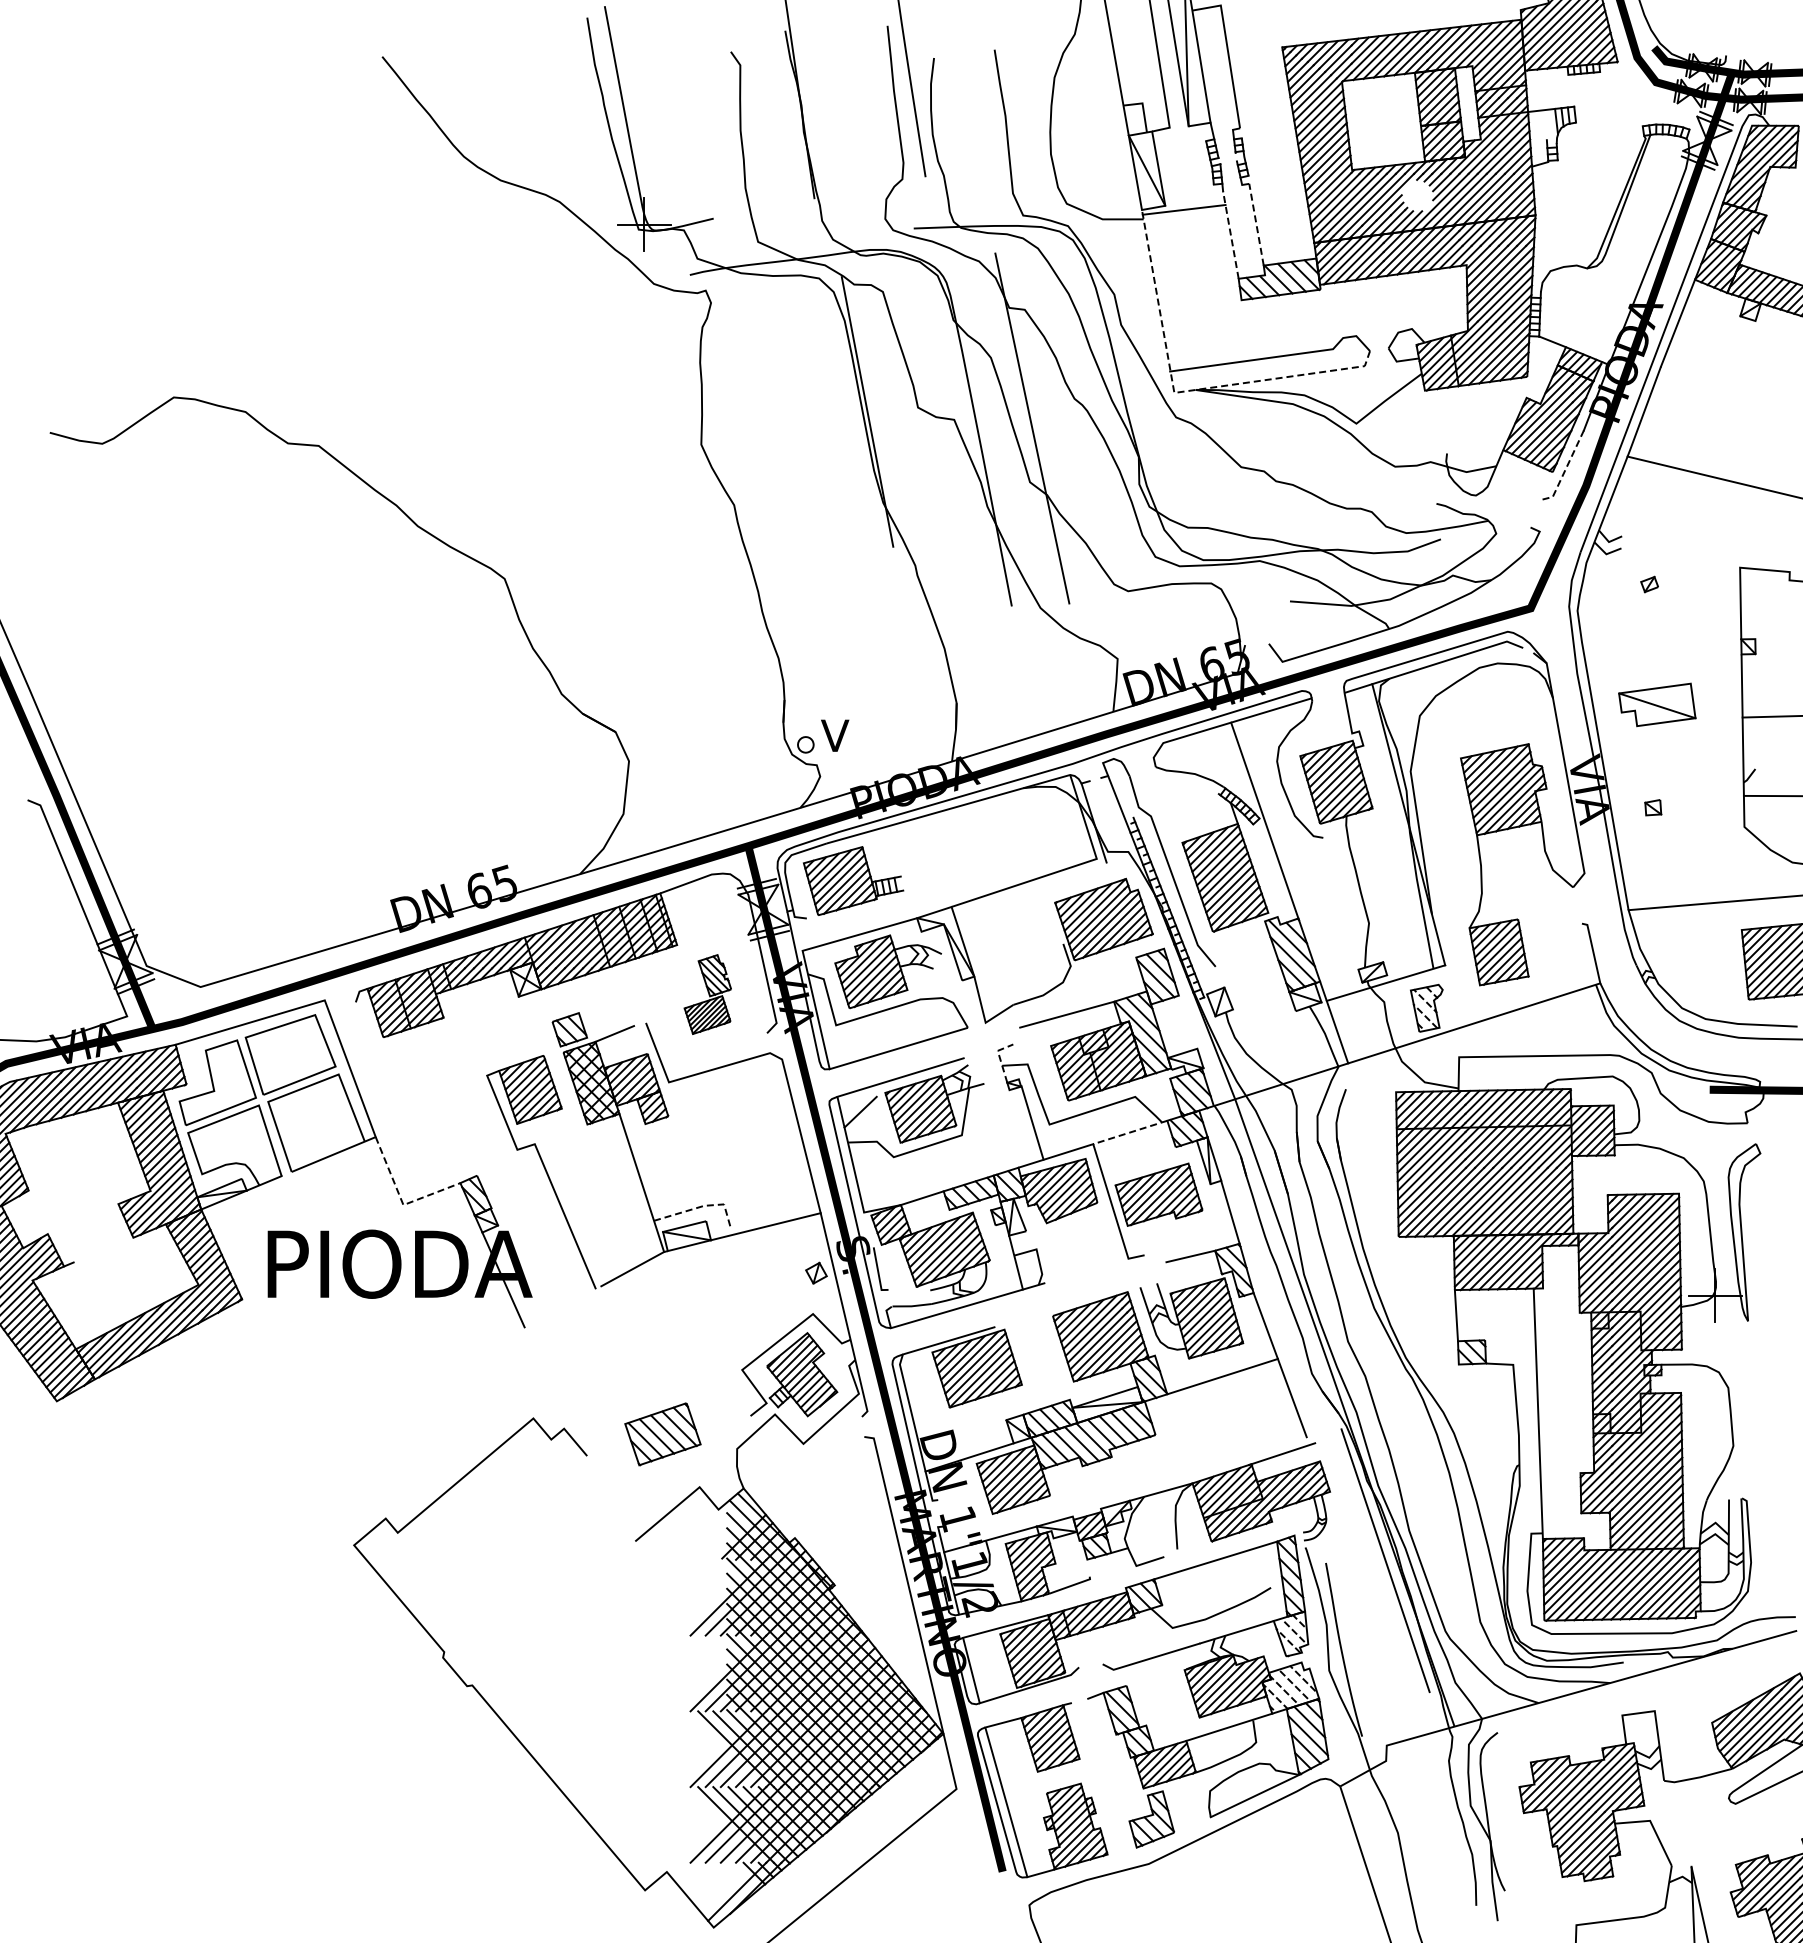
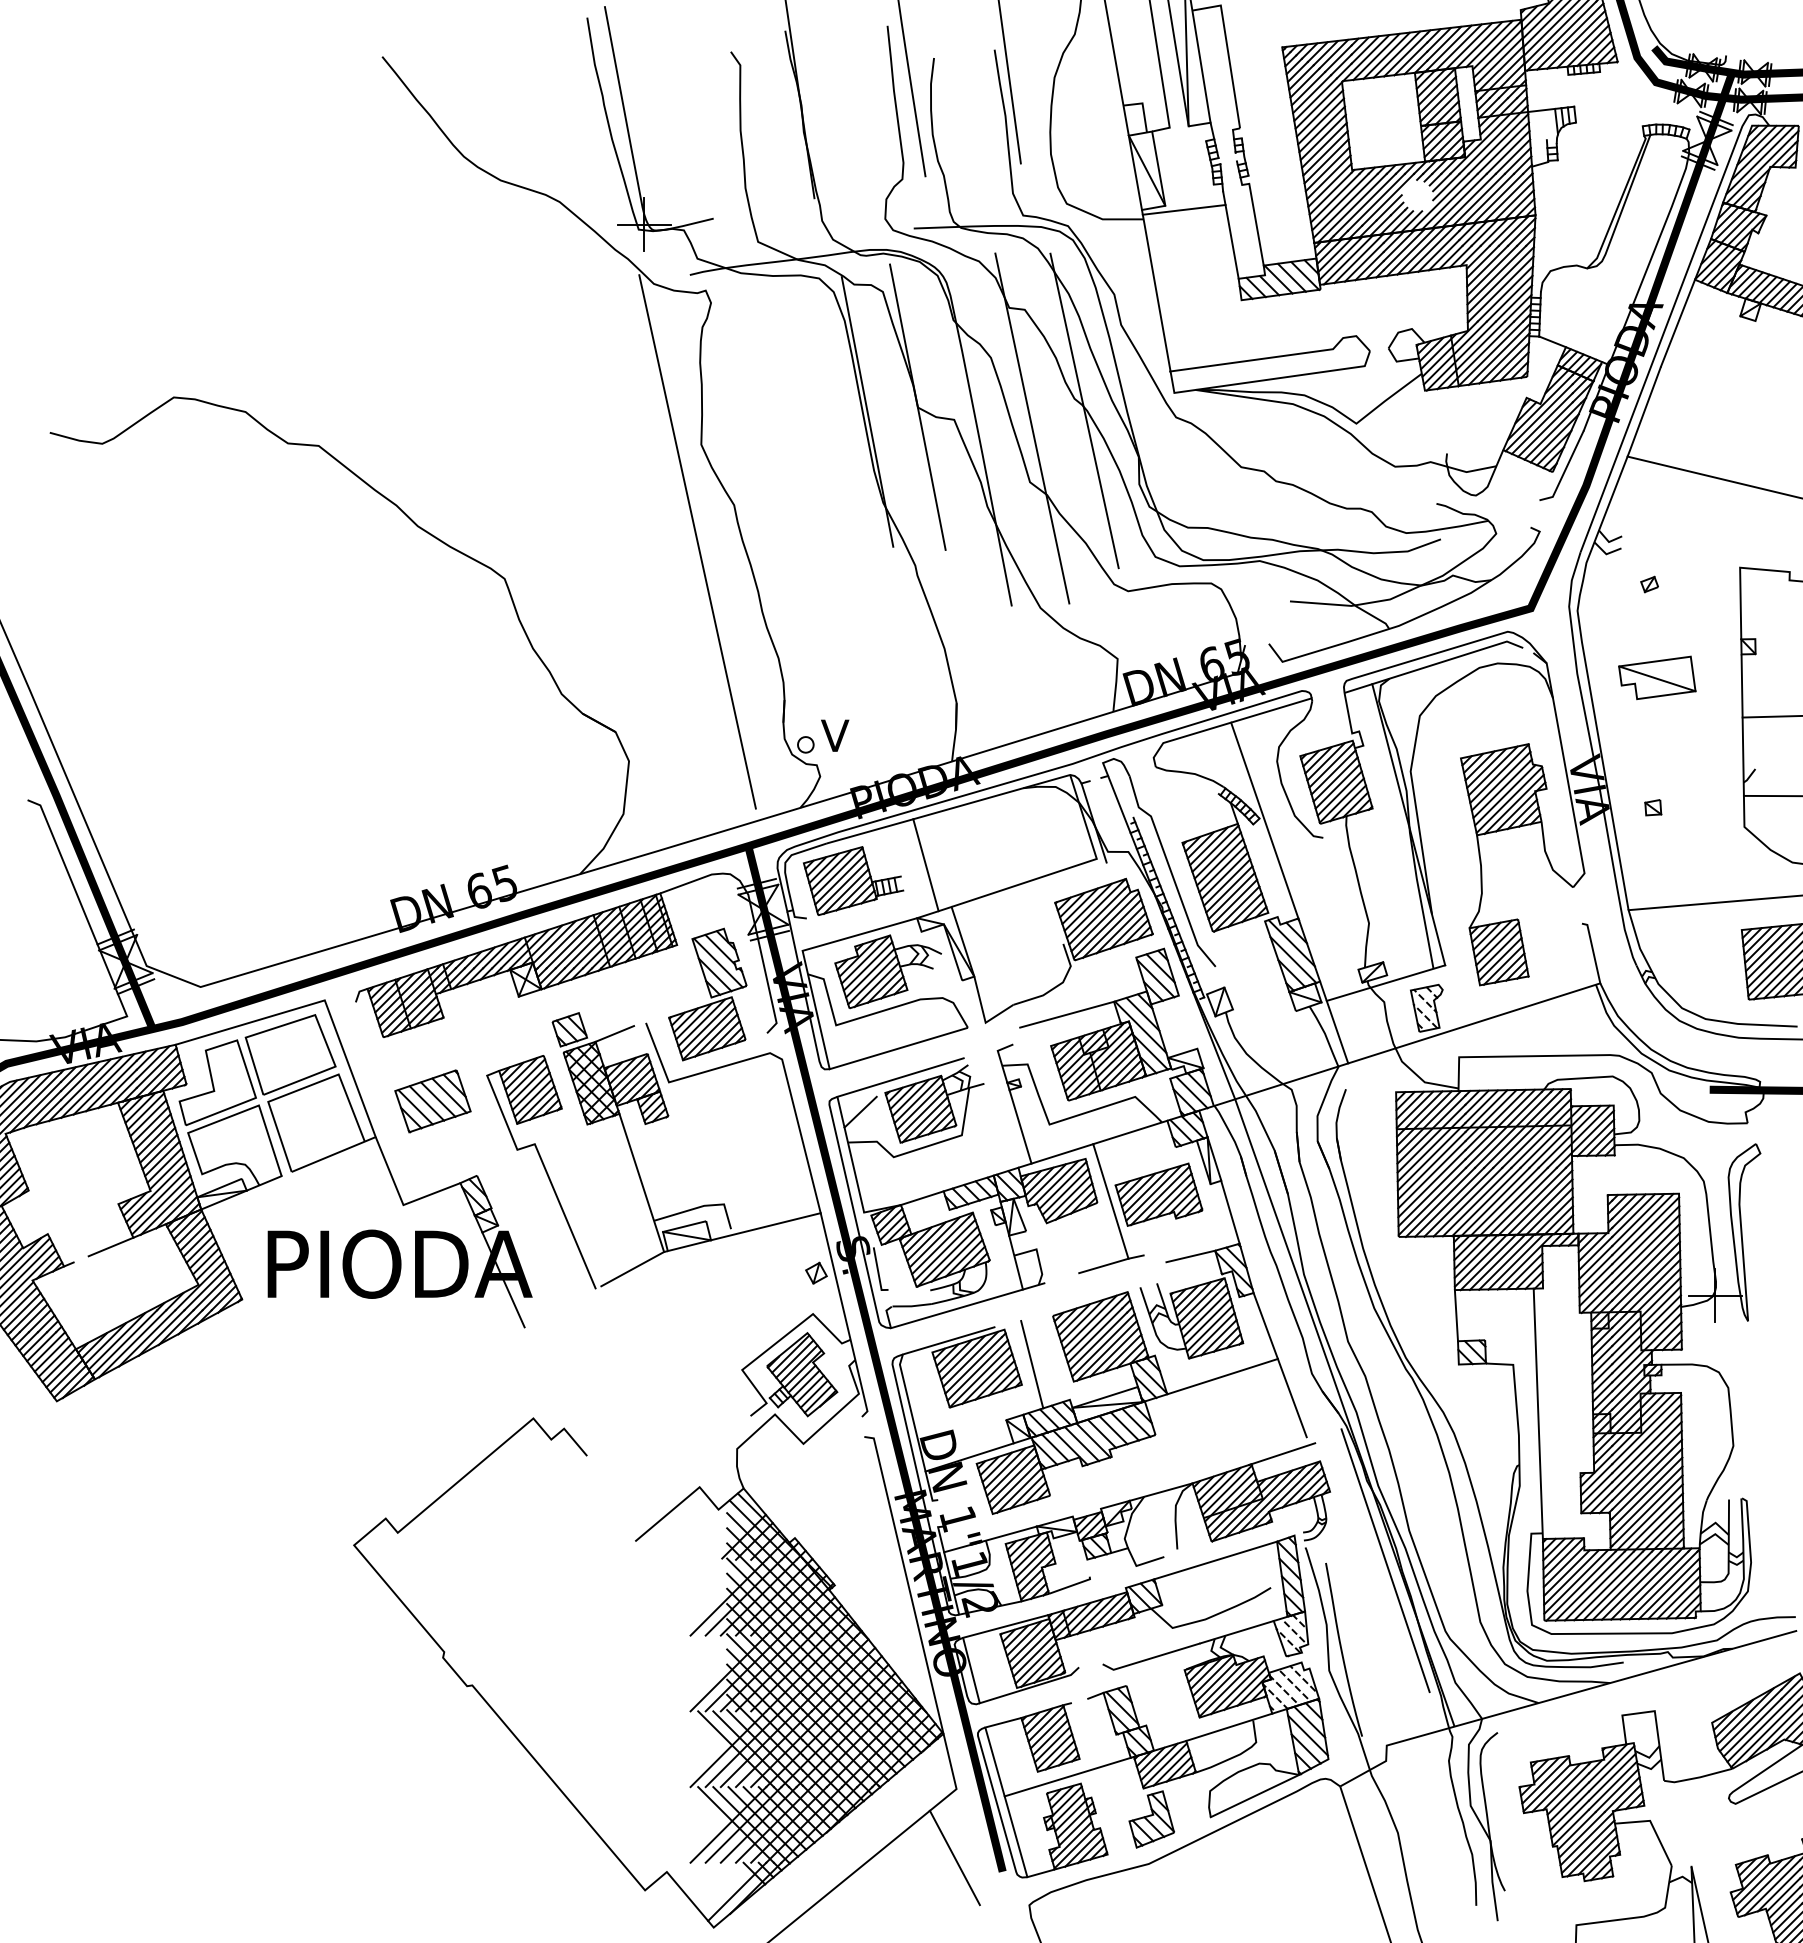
line at (1009, 82): none -> present
line at (1256, 224): dashed -> solid
line at (1230, 234): dashed -> solid
line at (1185, 391): dashed -> solid
line at (917, 406): none -> present
line at (1084, 410): none -> present
line at (1565, 470): dashed -> solid
line at (697, 541): none -> present
part at (1657, 704) position: (1657, 704) -> (1657, 677)
line at (925, 865): none -> present
part at (707, 994) size: 49x81 px -> 80x135 px
line at (1000, 1058): dashed -> solid
line at (1032, 1122) position: (1032, 1122) -> (1020, 1126)
line at (1130, 1132): dashed -> solid
line at (401, 1200): dashed -> solid
line at (702, 1206): dashed -> solid
line at (110, 1246): none -> present
line at (1103, 1265): none -> present
line at (1032, 1364): none -> present
part at (662, 1434) position: (662, 1434) -> (432, 1101)
line at (1067, 1776): none -> present
line at (954, 1857): none -> present
